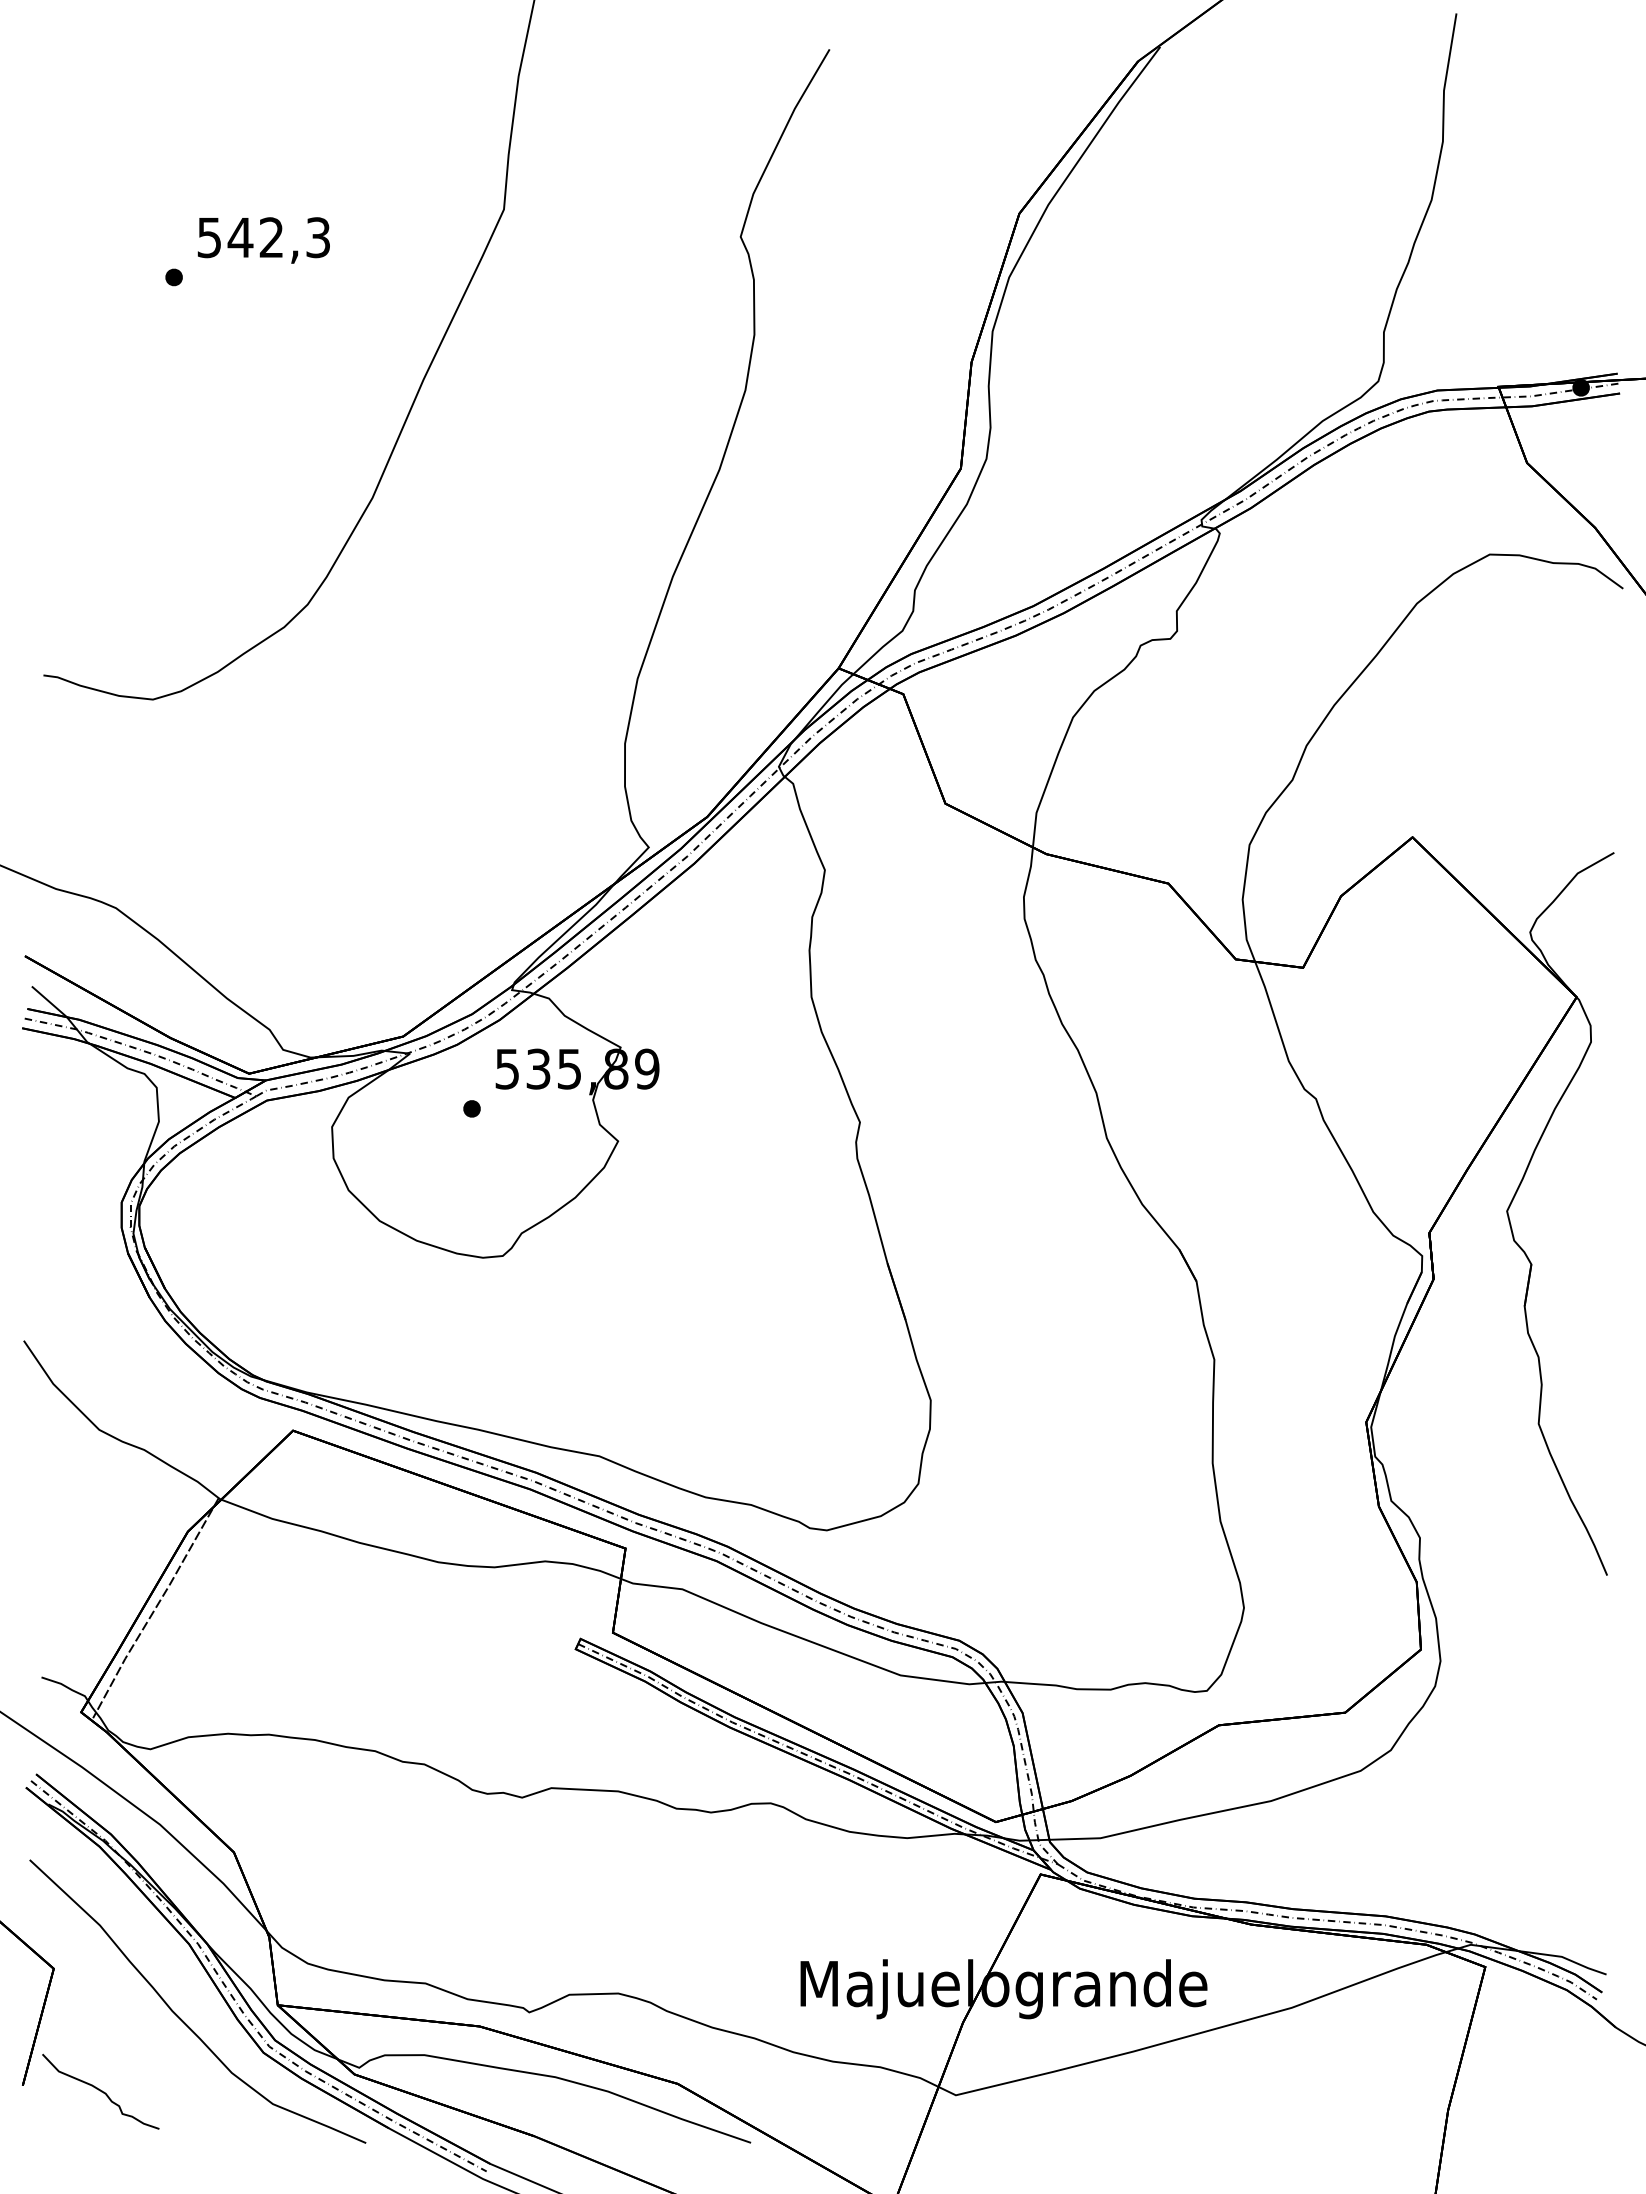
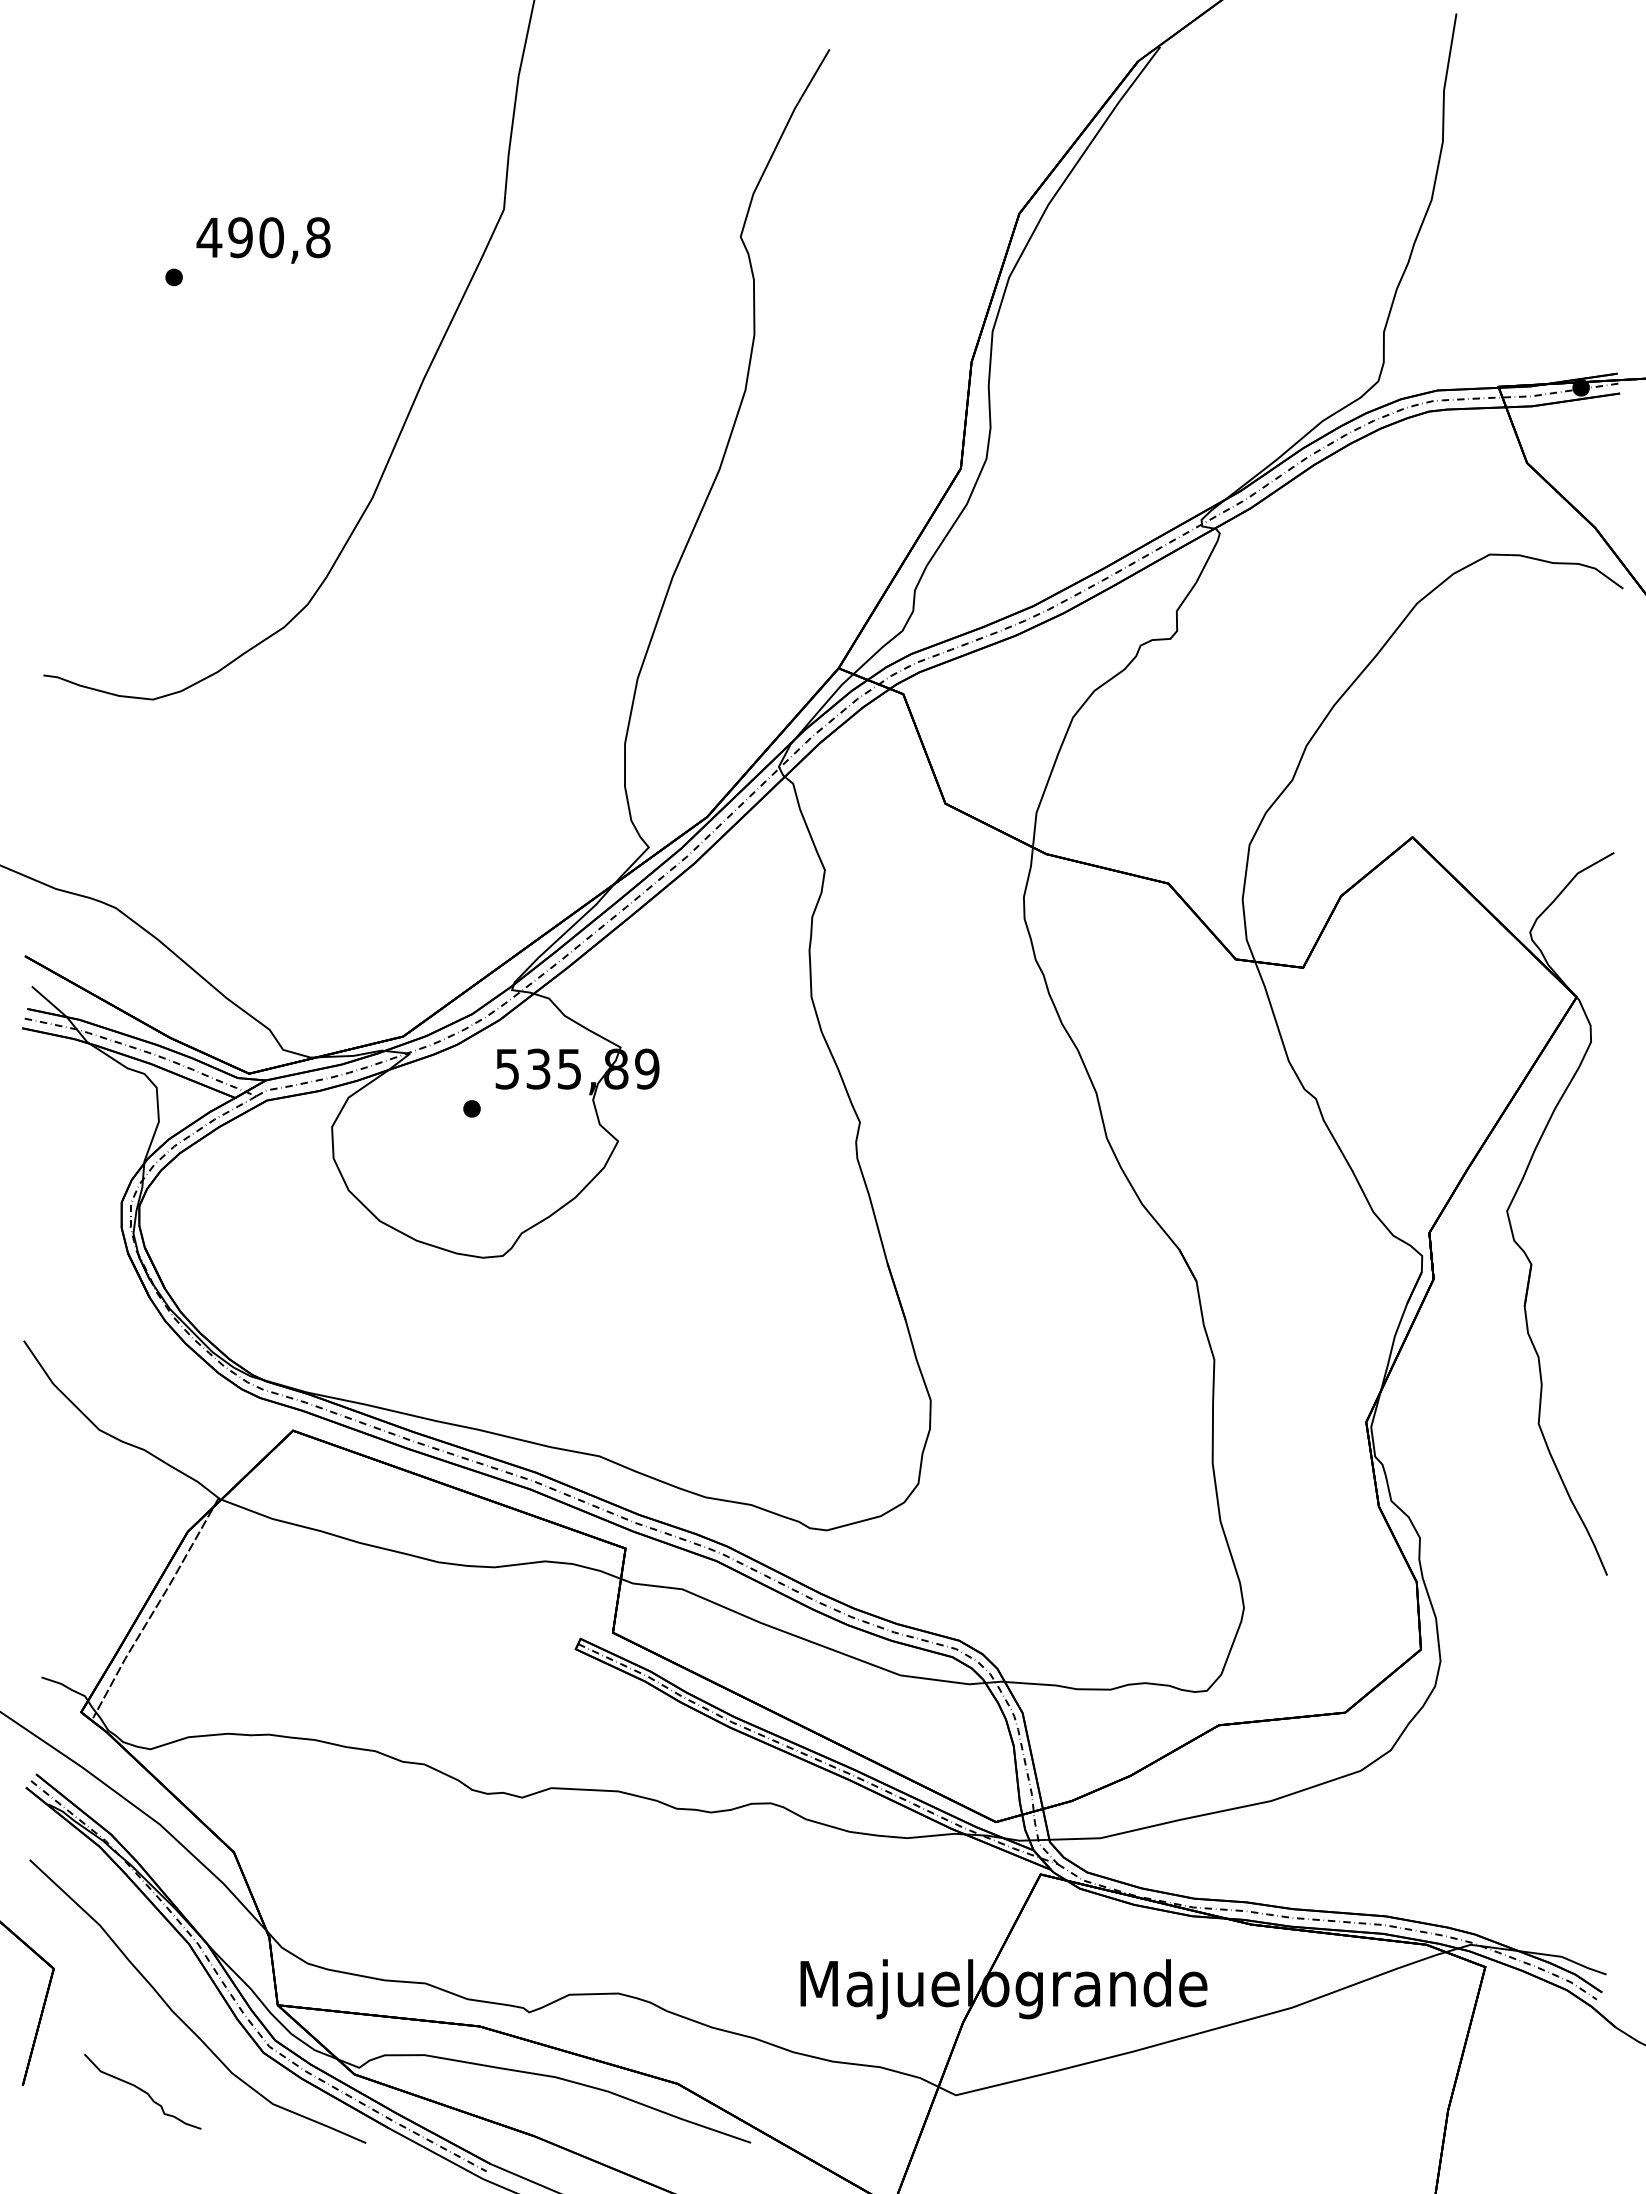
text at (263, 237): 542,3 -> 490,8
curve at (100, 2091) position: (100, 2091) -> (142, 2091)
